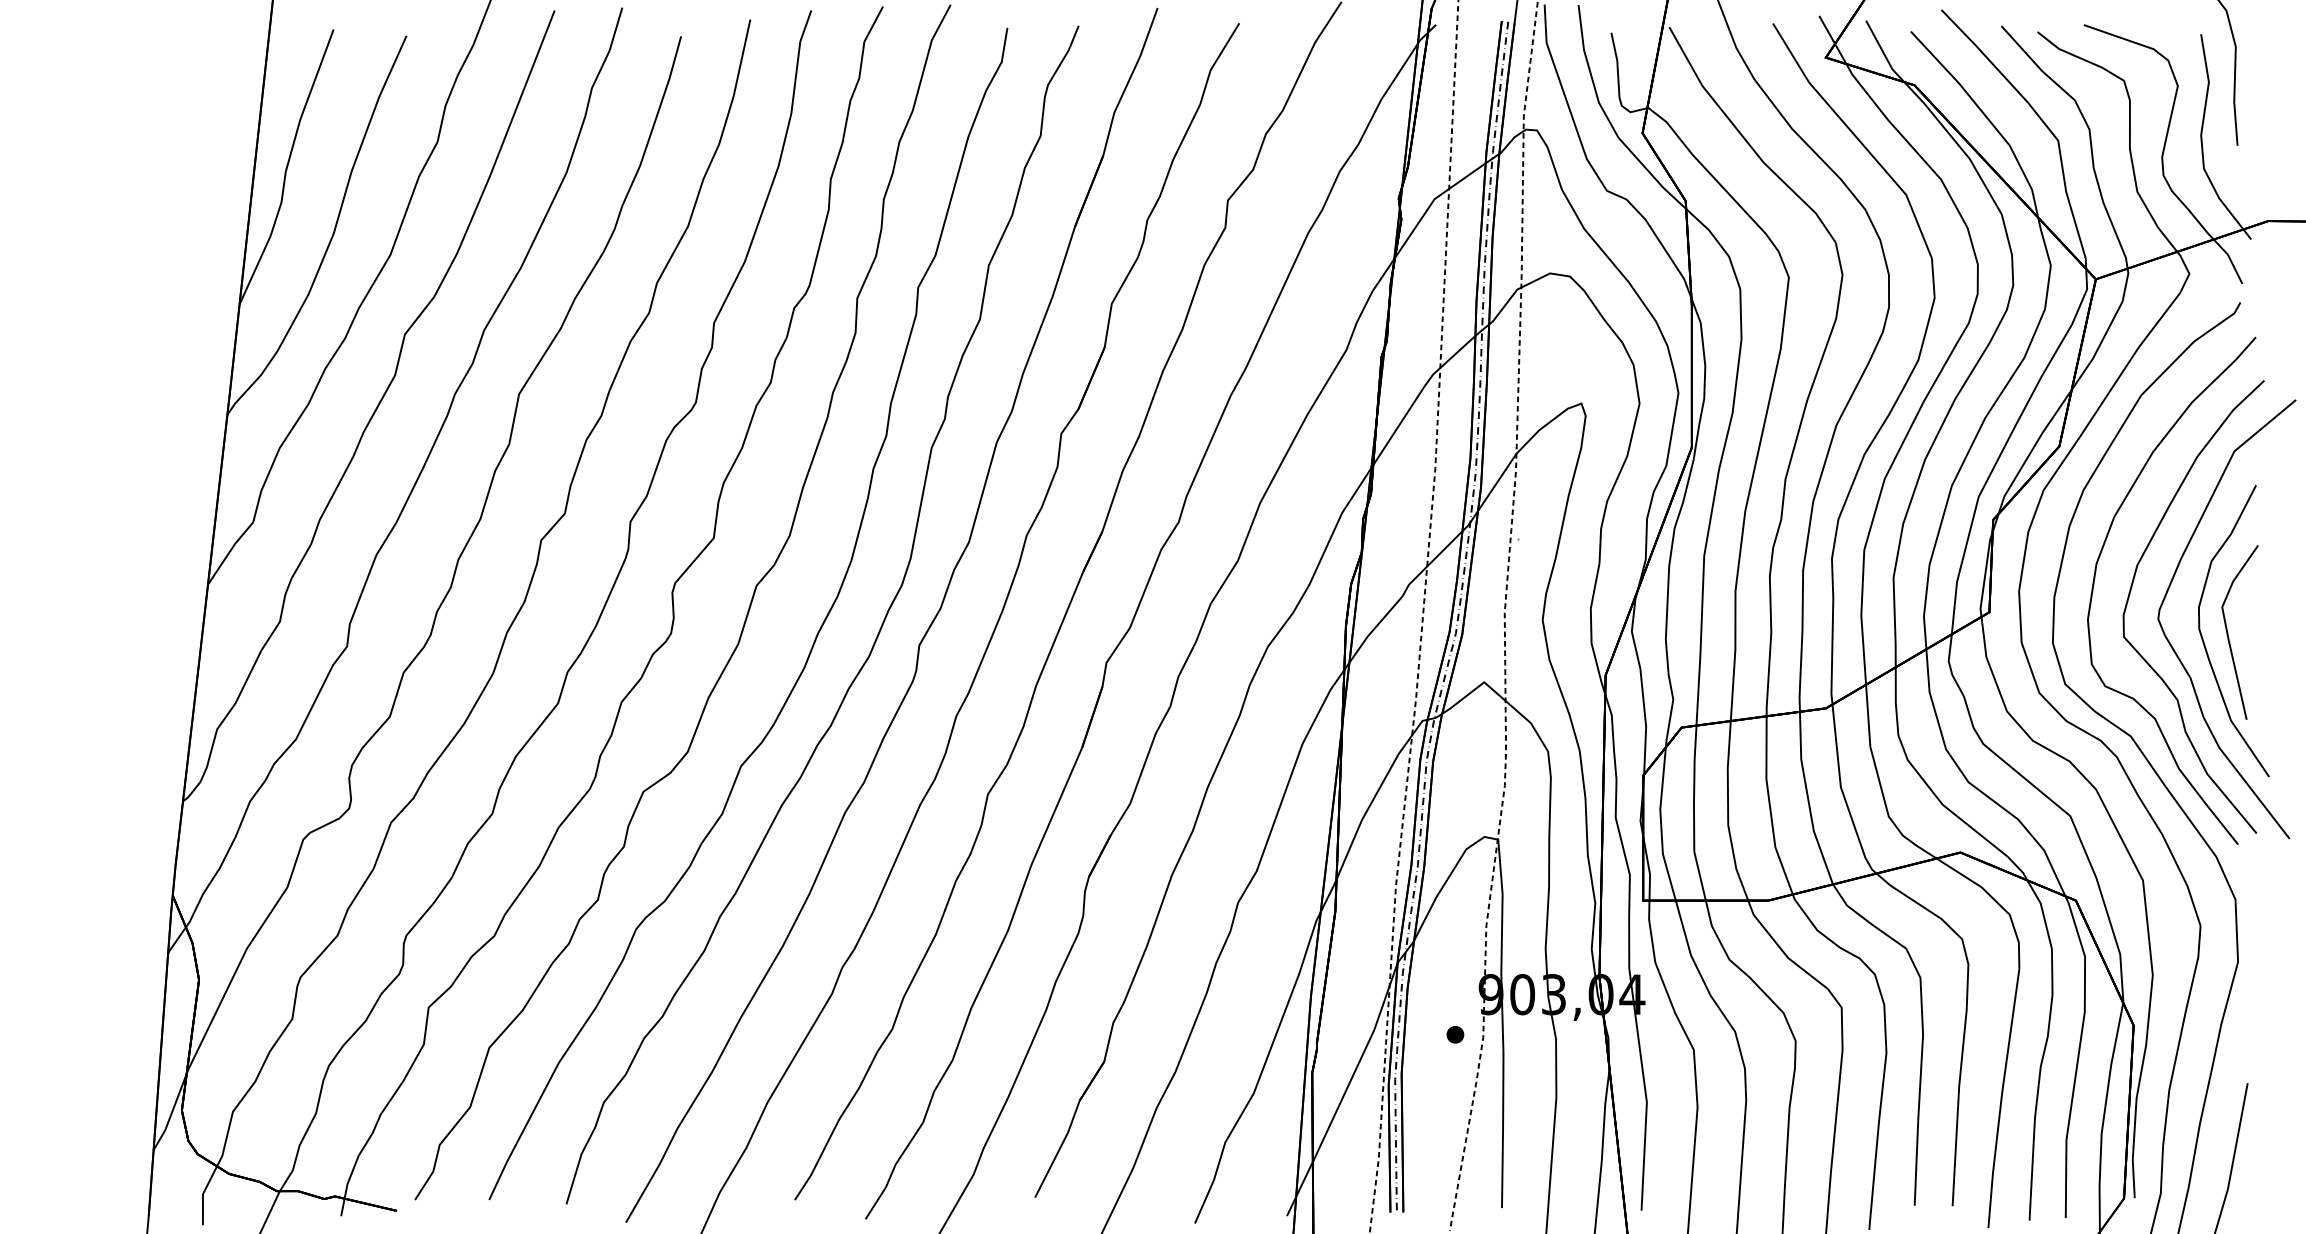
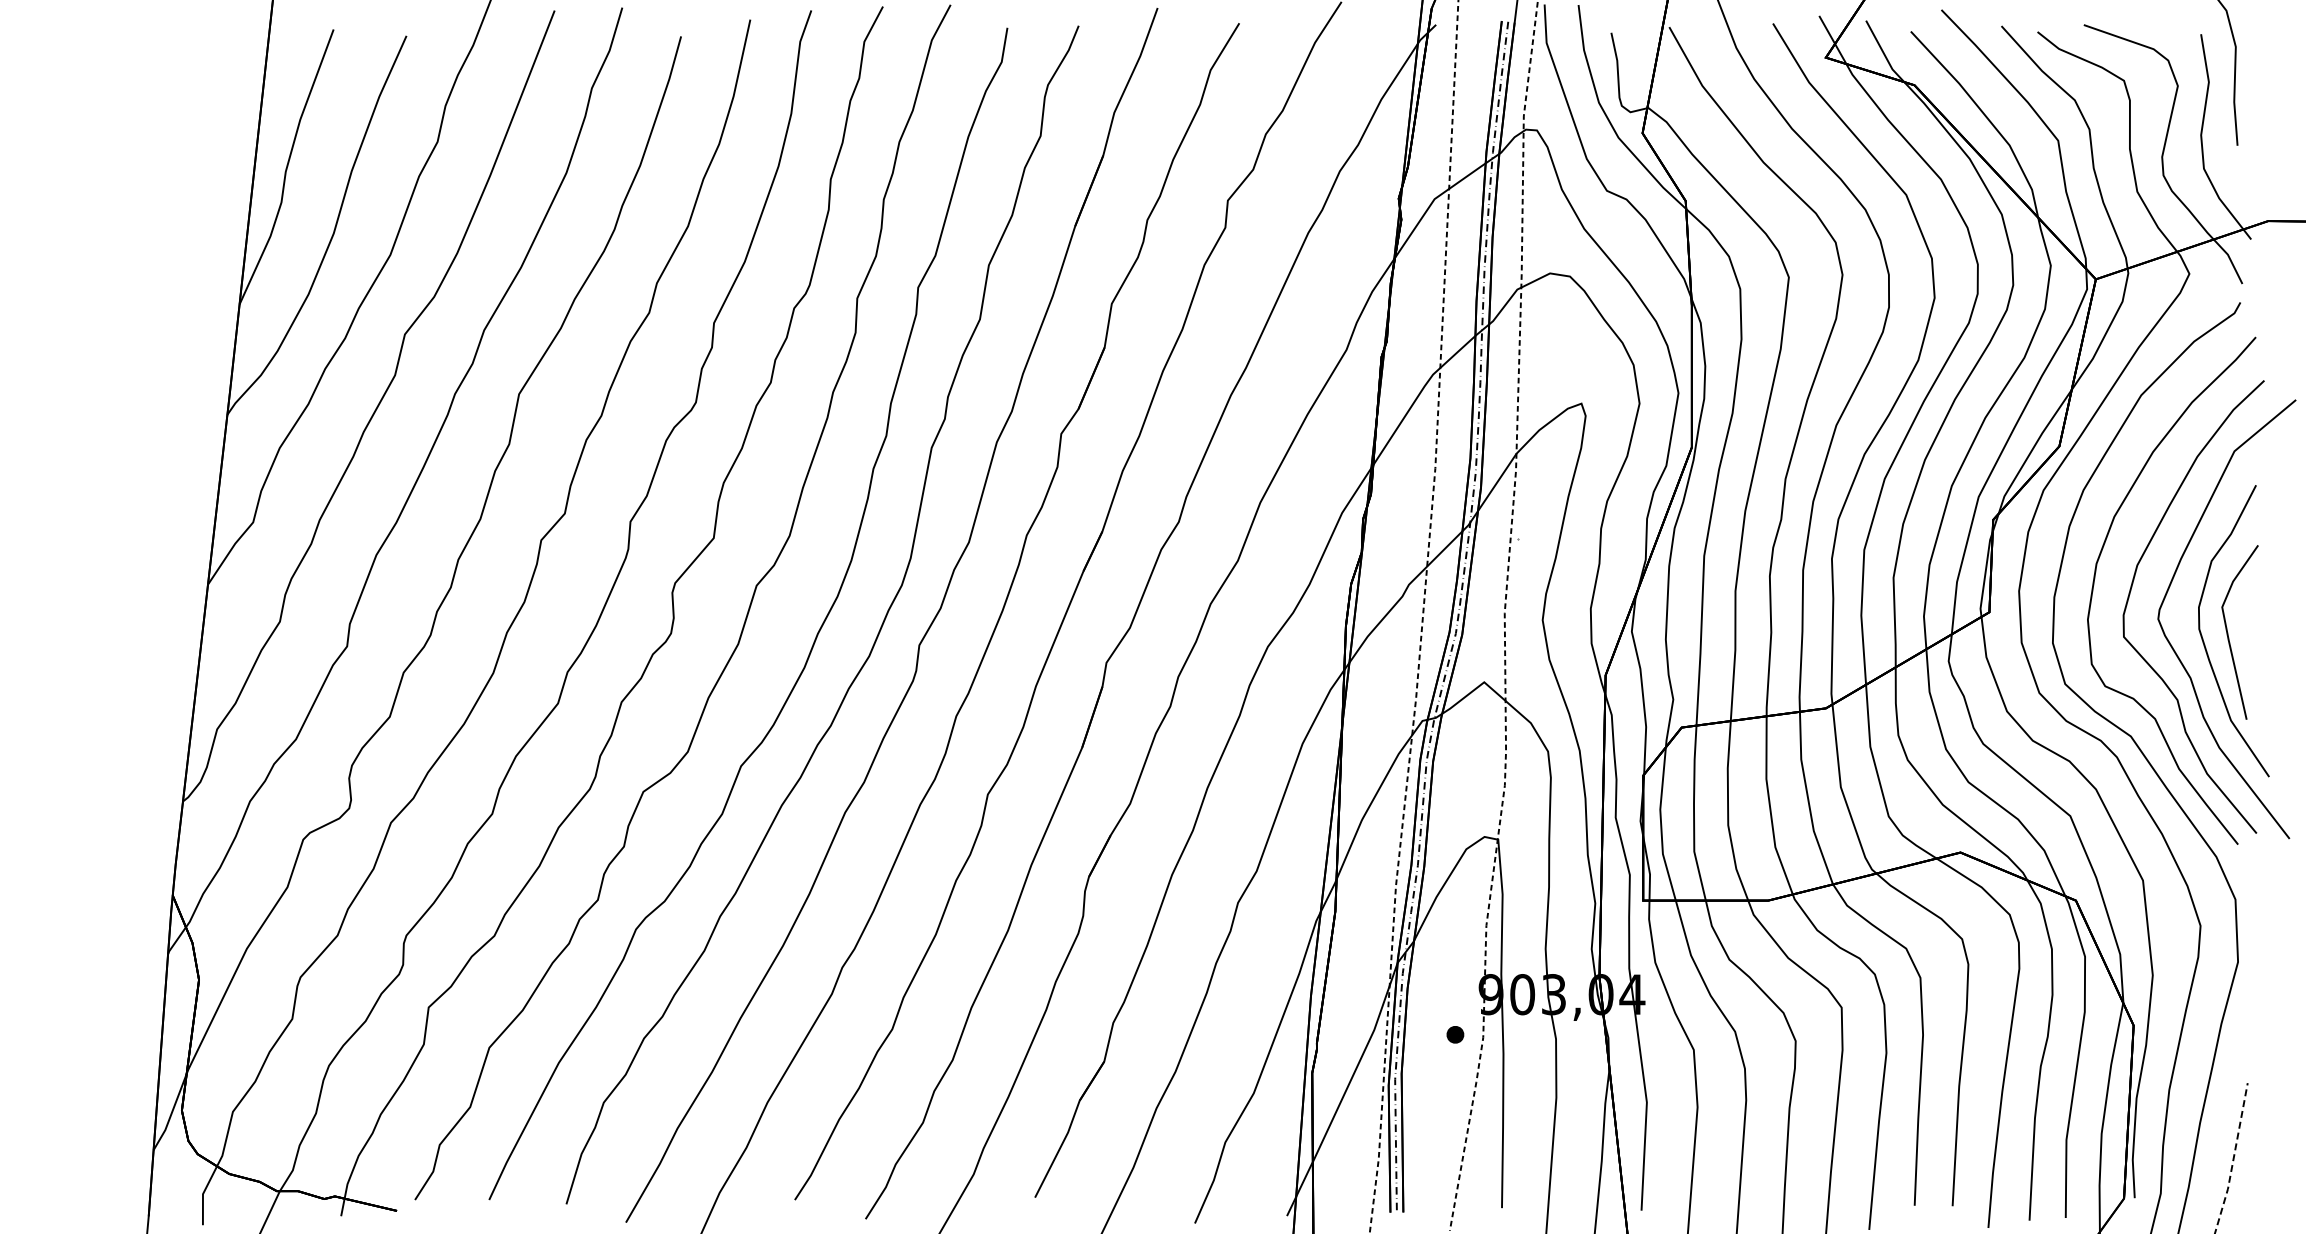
line at (2233, 1159): solid -> dashed
